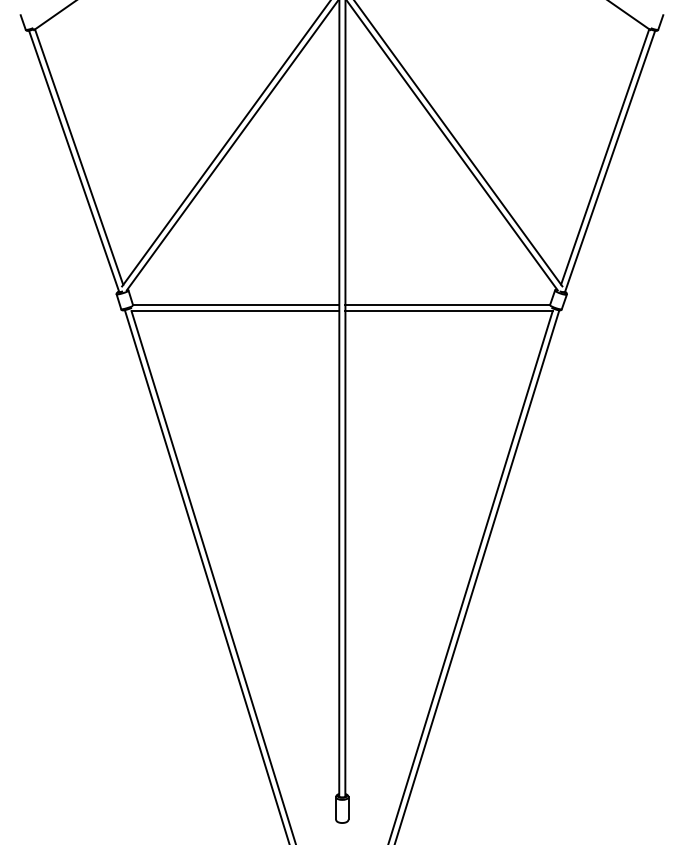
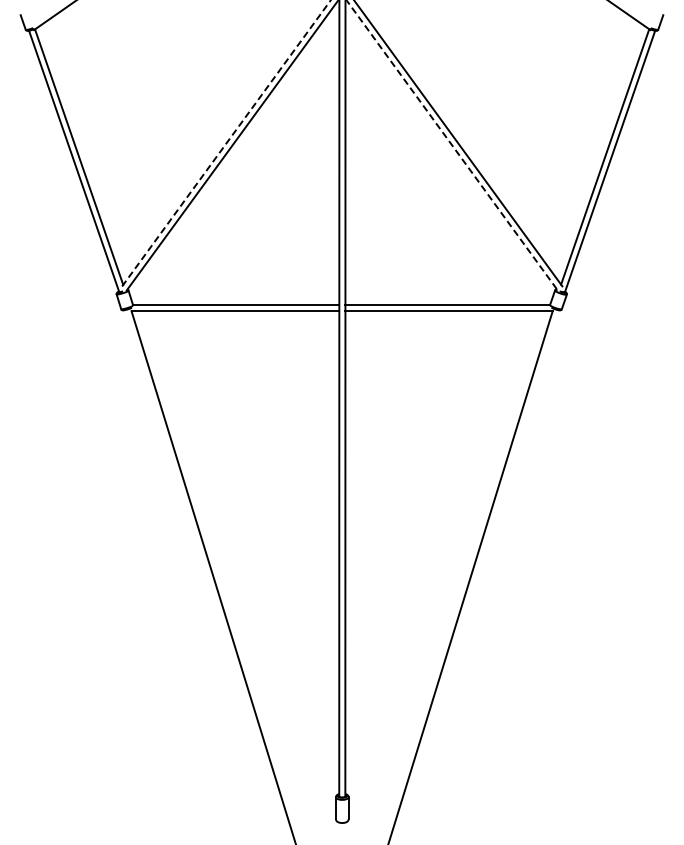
line at (226, 143): solid -> dashed
line at (452, 145): solid -> dashed
line at (206, 575): present -> none
line at (477, 575): present -> none
